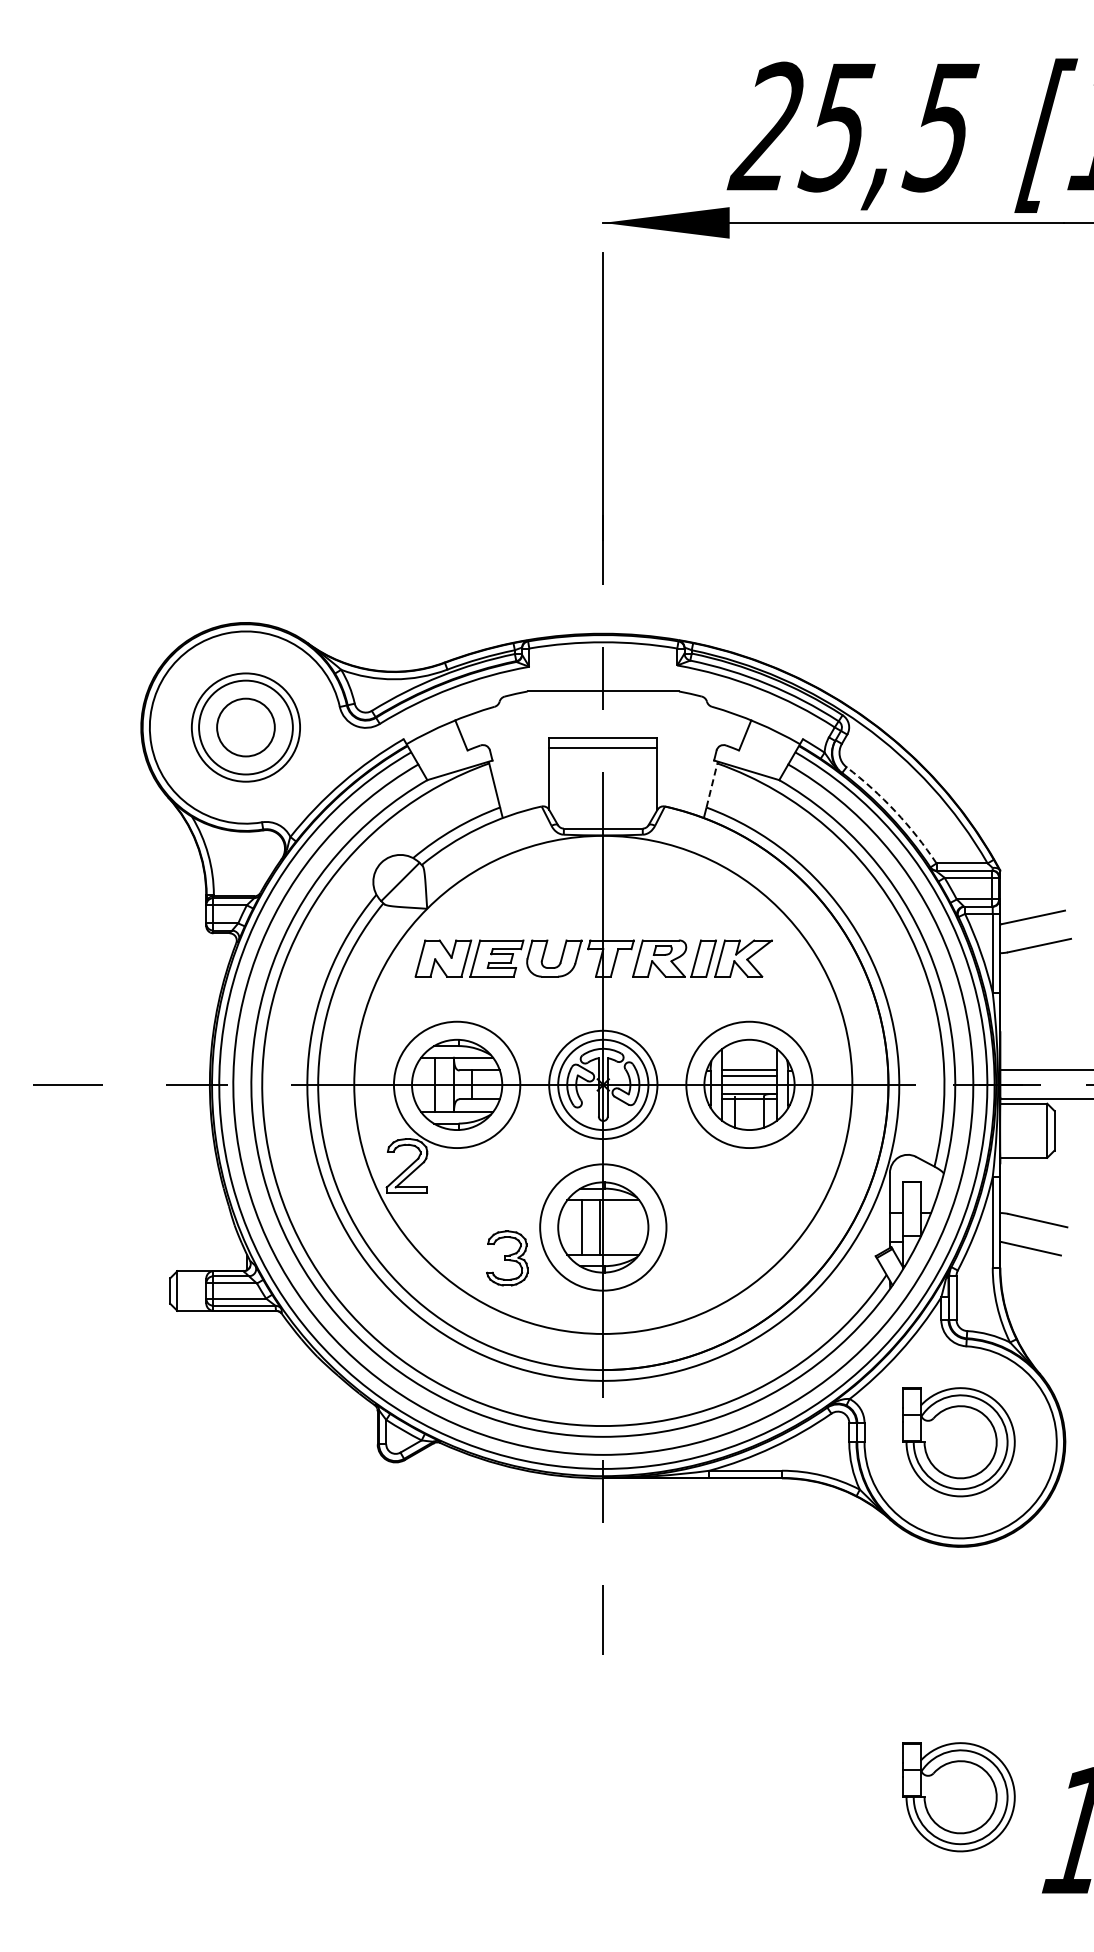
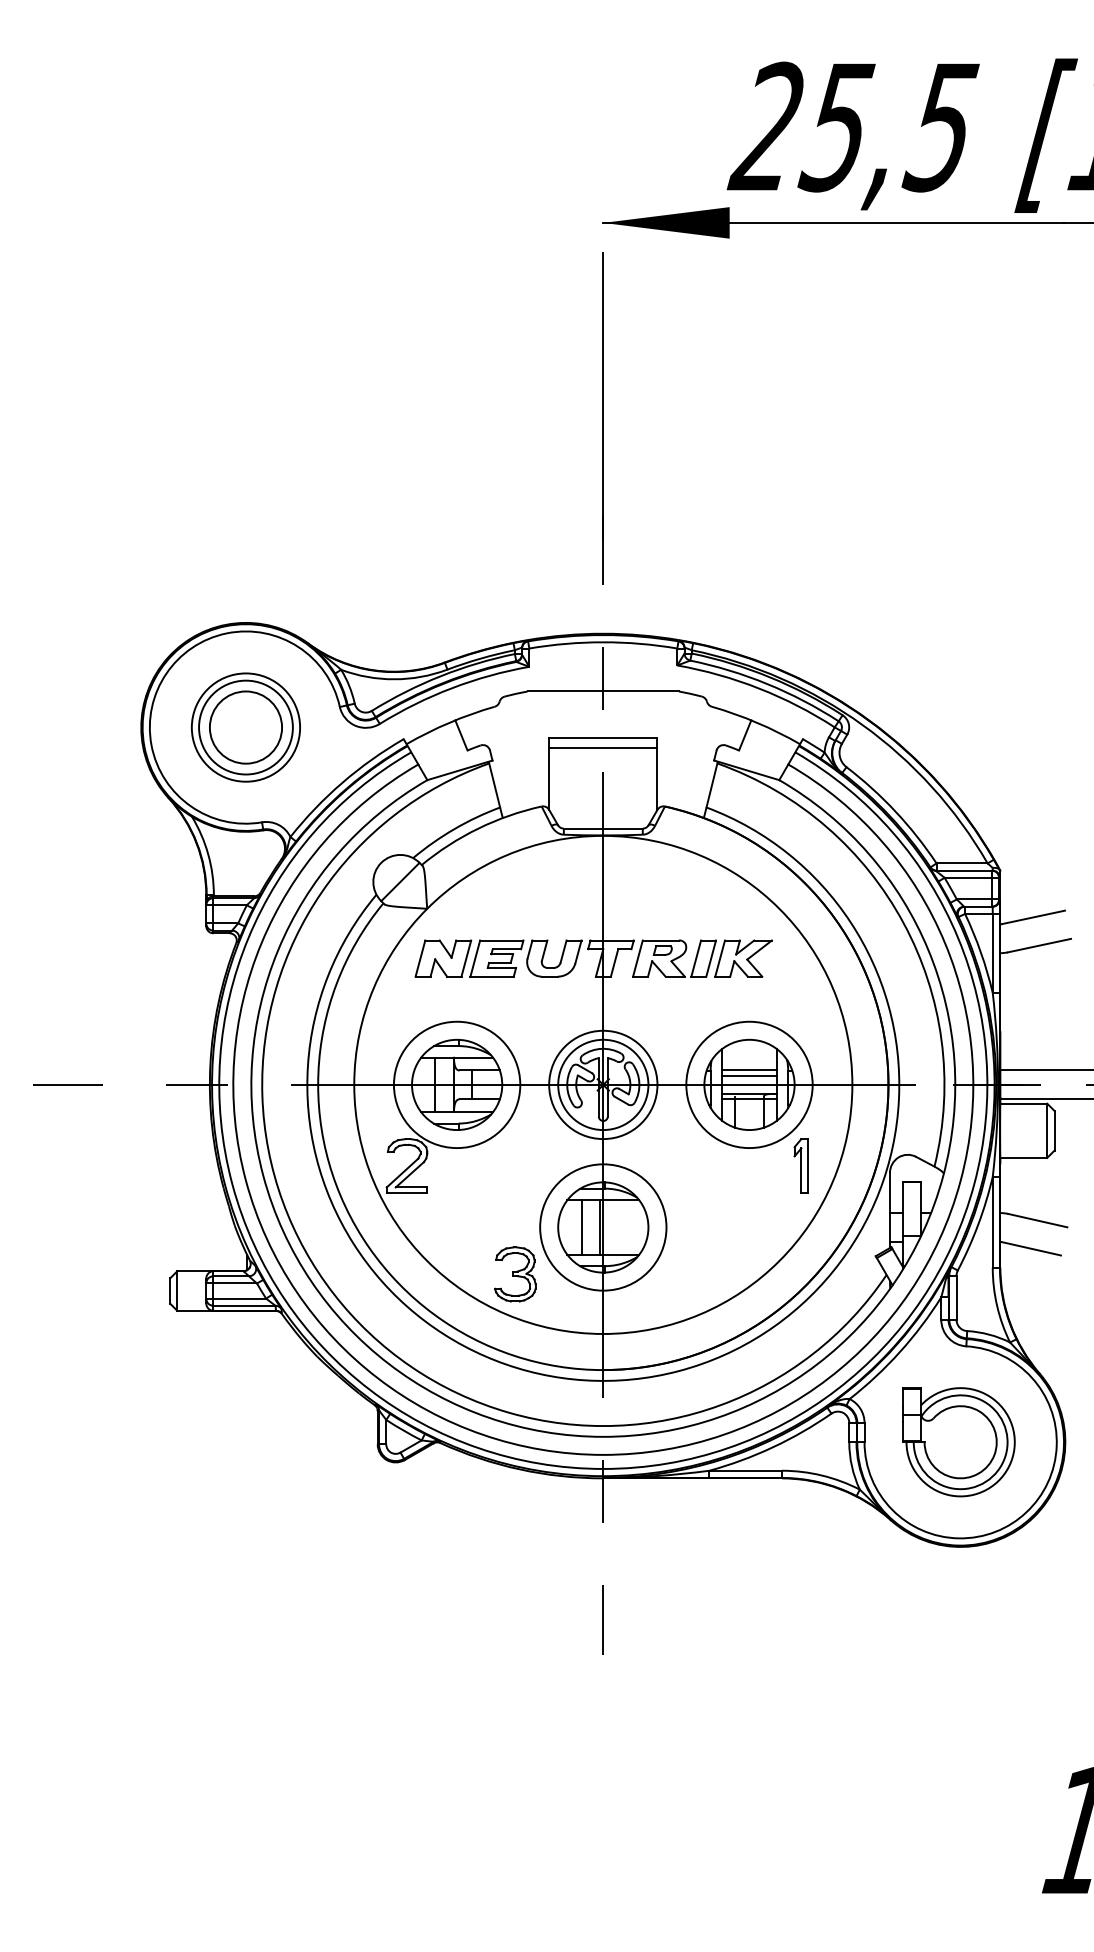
circle at (245, 727) diameter: 58 px -> 72 px
line at (711, 785): dashed -> solid
arc at (895, 811): dashed -> solid
part at (800, 1165): none -> present
part at (507, 1258) position: (507, 1258) -> (515, 1274)
part at (958, 1797): present -> none
